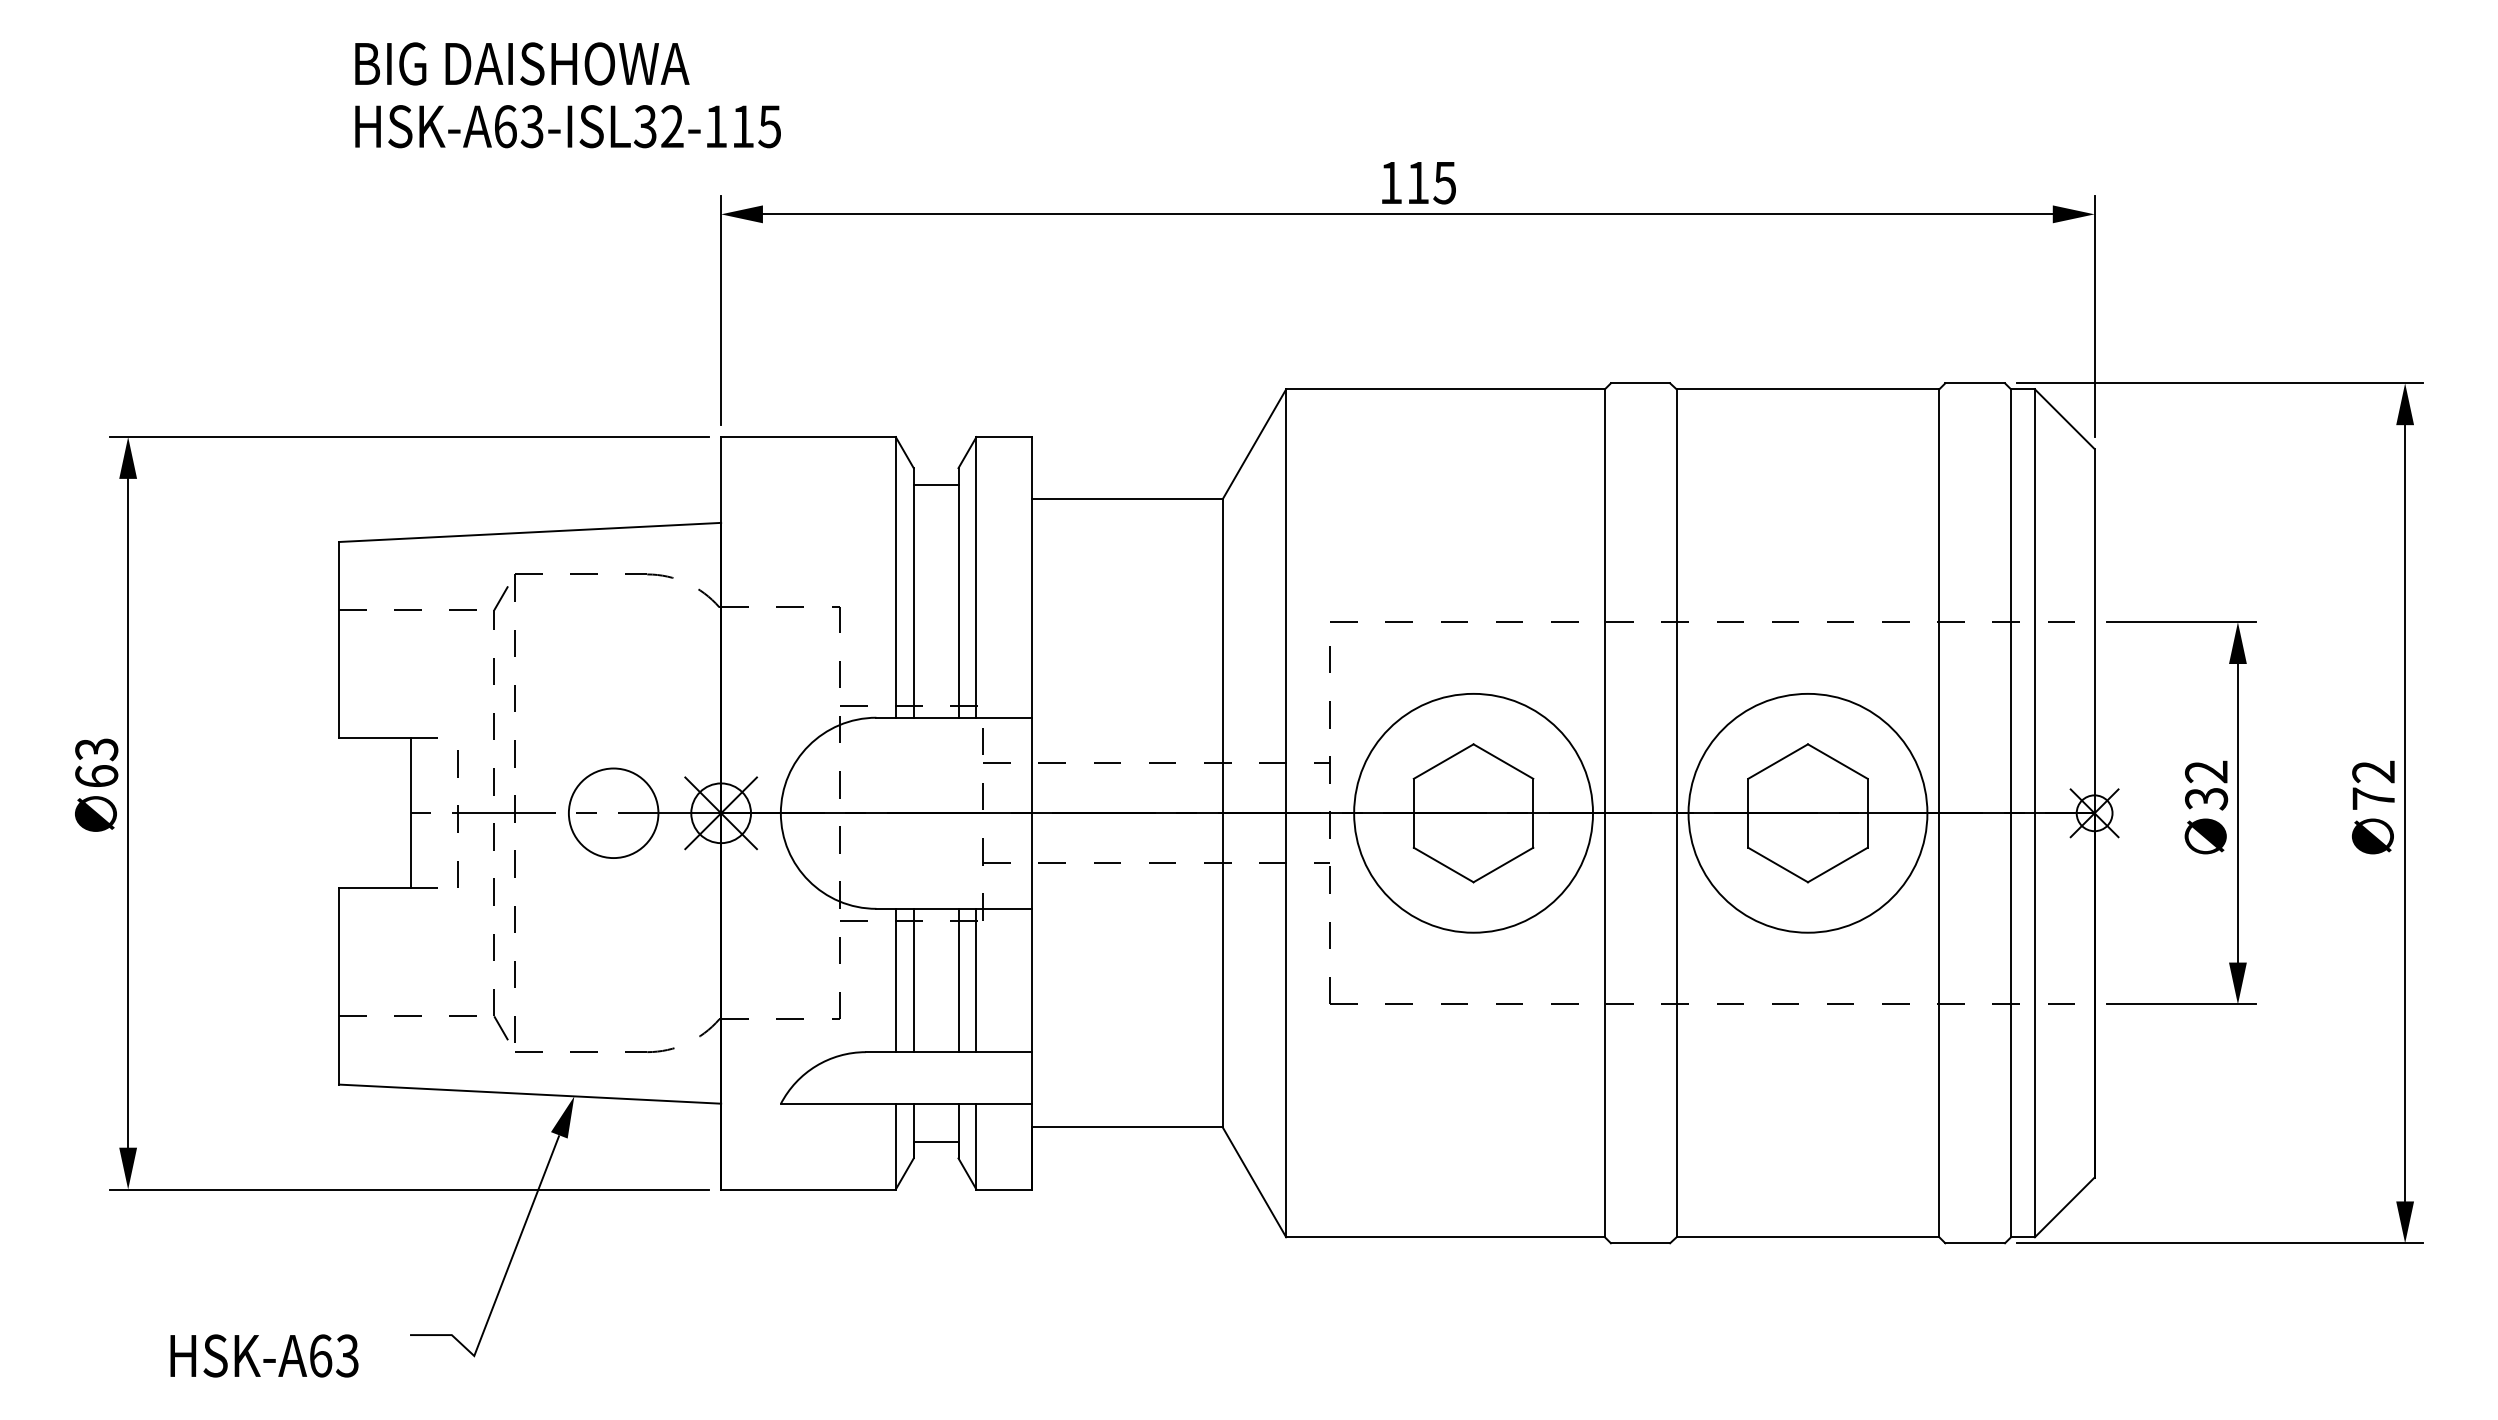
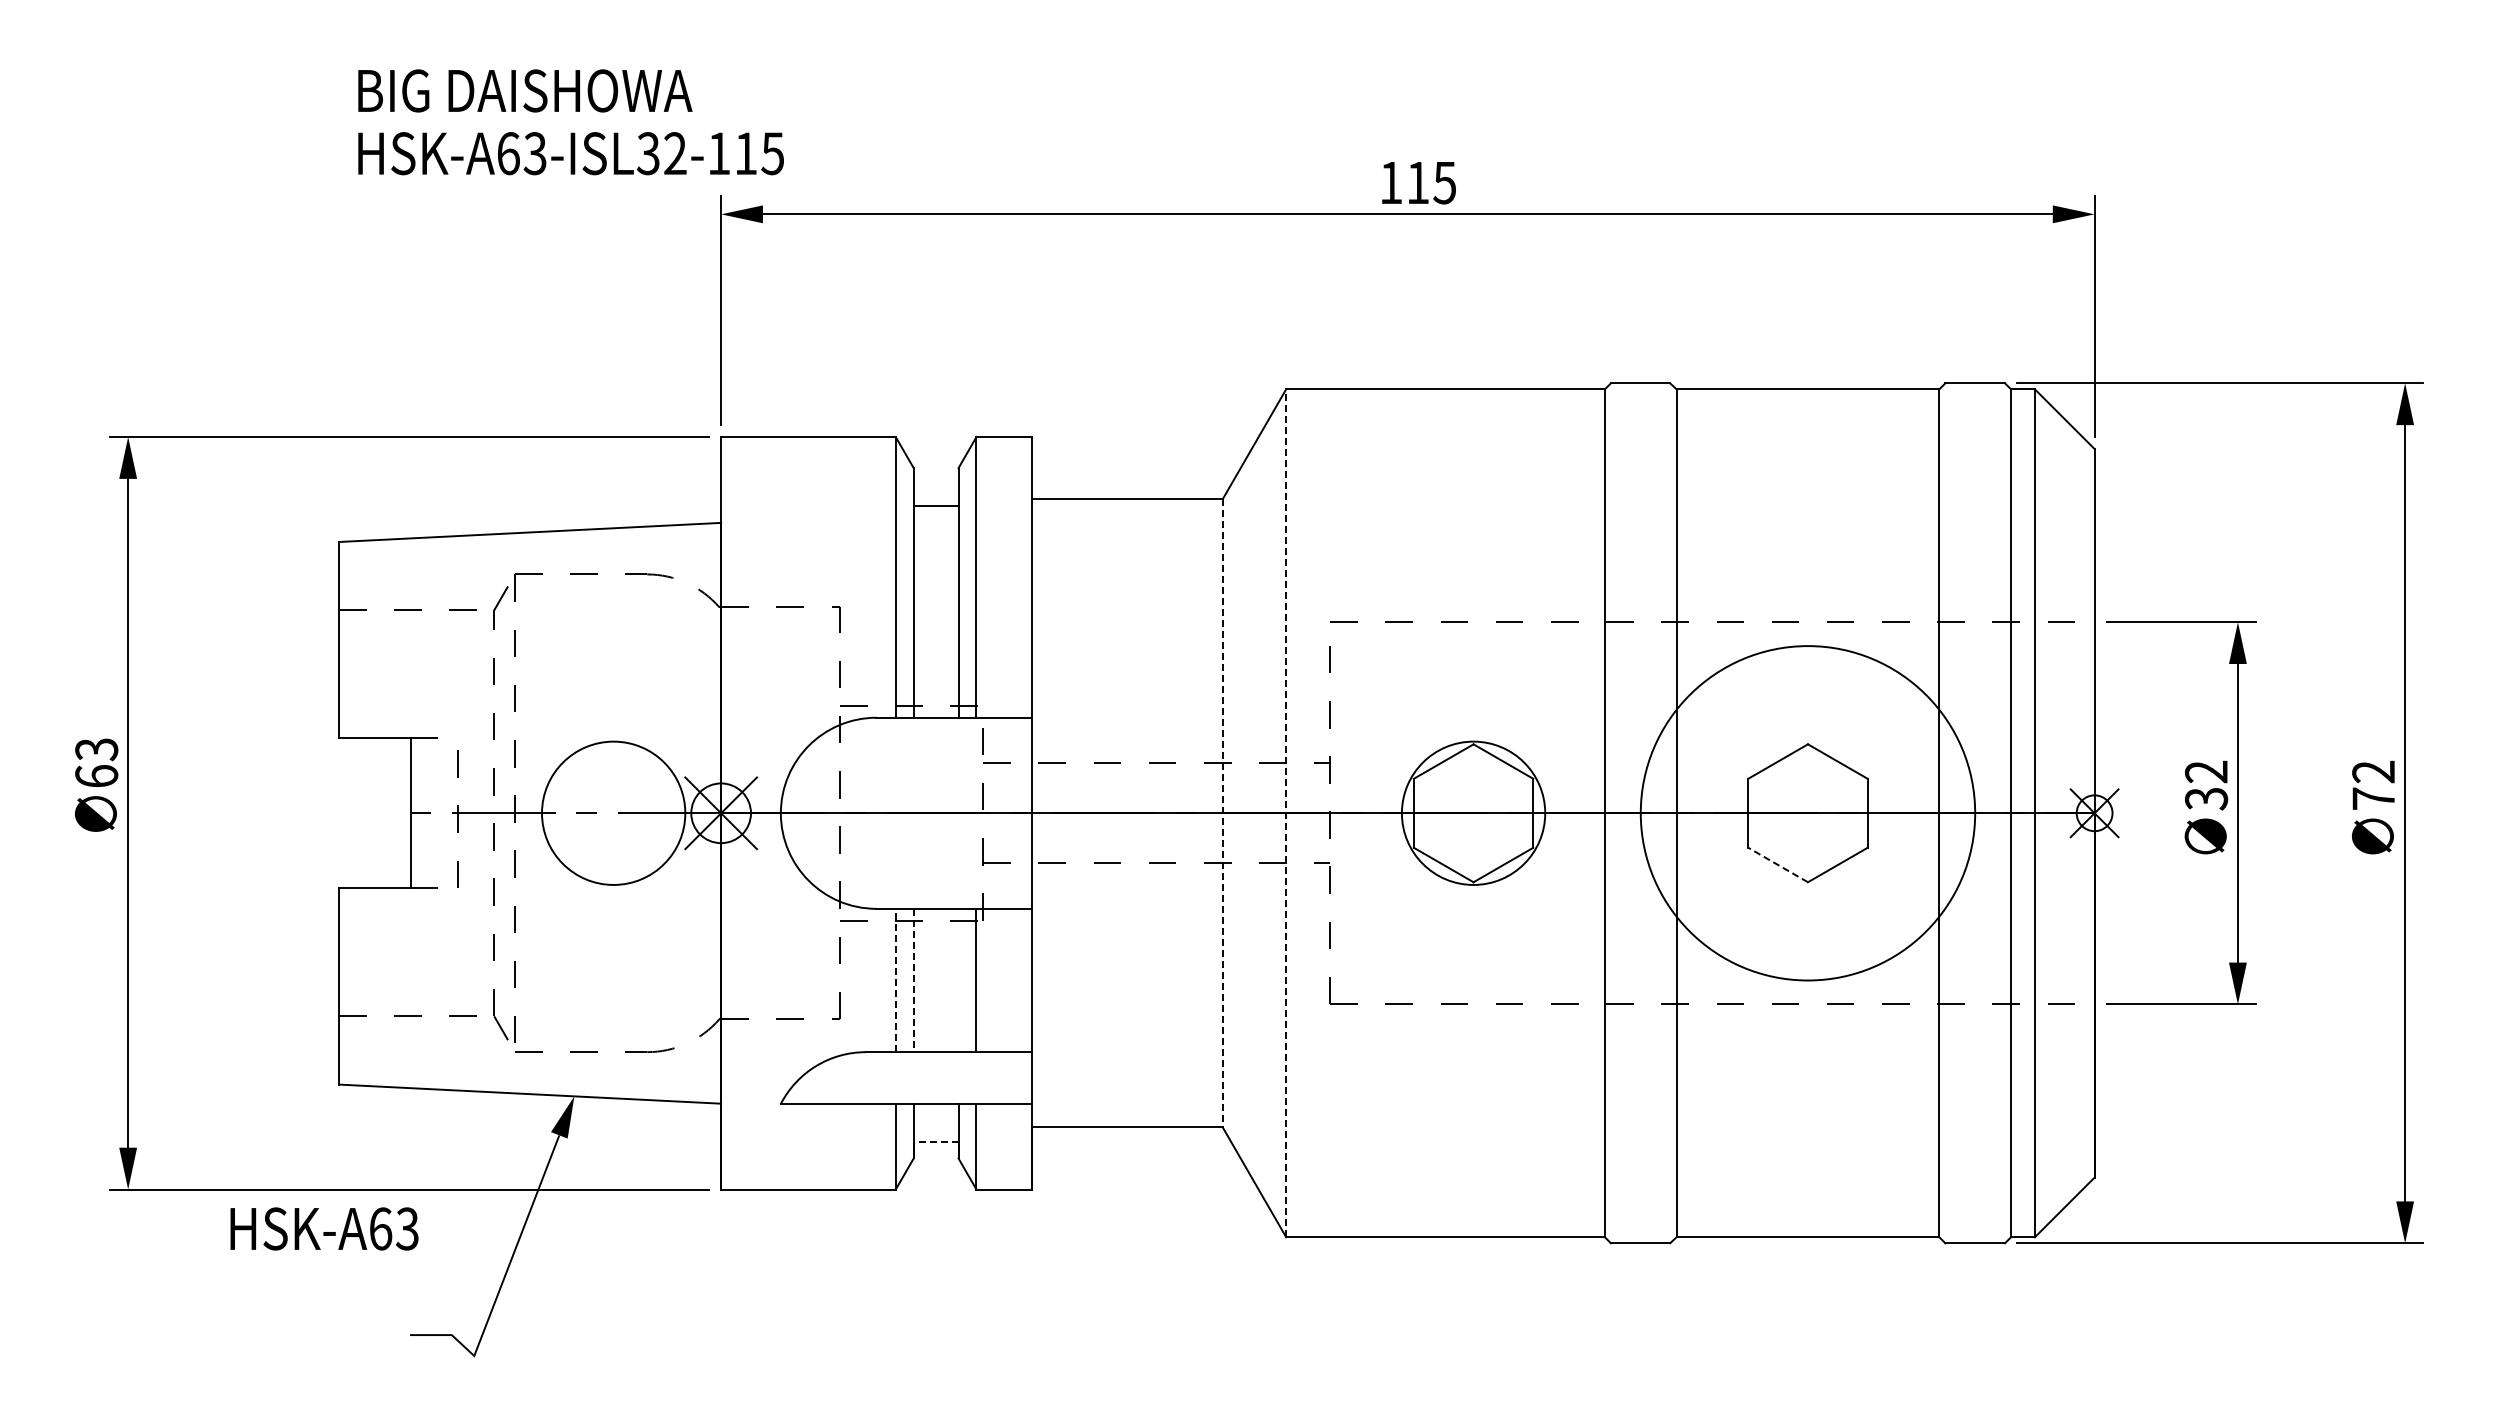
text at (567, 95) position: (567, 95) -> (570, 122)
line at (935, 484) position: (935, 484) -> (935, 505)
circle at (1473, 812) diameter: 239 px -> 143 px
circle at (1807, 812) diameter: 239 px -> 334 px
circle at (613, 813) diameter: 90 px -> 143 px
line at (1222, 813): solid -> dashed
line at (1286, 813): solid -> dashed
line at (1777, 864): solid -> dashed
line at (895, 980): solid -> dashed
line at (913, 980): solid -> dashed
line at (958, 980): present -> none
line at (935, 1141): solid -> dashed
text at (264, 1355) position: (264, 1355) -> (324, 1228)
